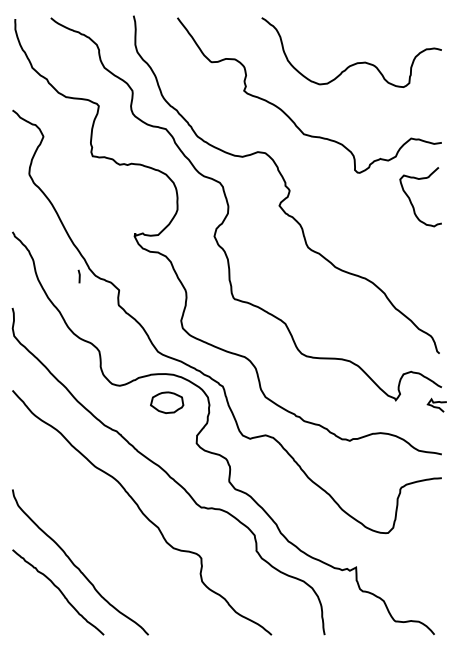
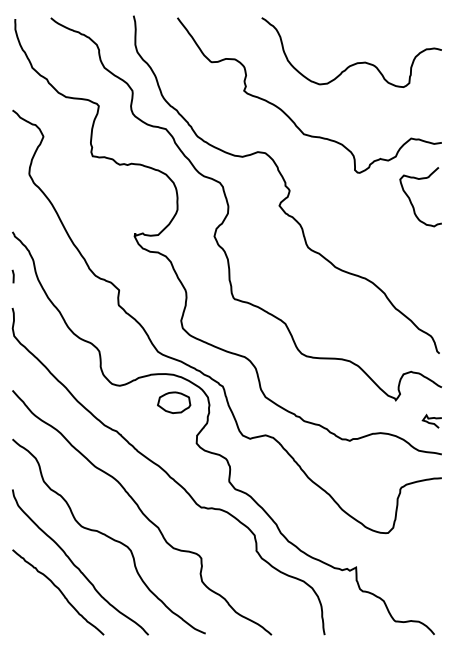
line at (78, 276) position: (78, 276) -> (12, 276)
part at (167, 402) position: (167, 402) -> (174, 402)
curve at (436, 403) position: (436, 403) -> (431, 419)
curve at (108, 536): none -> present
